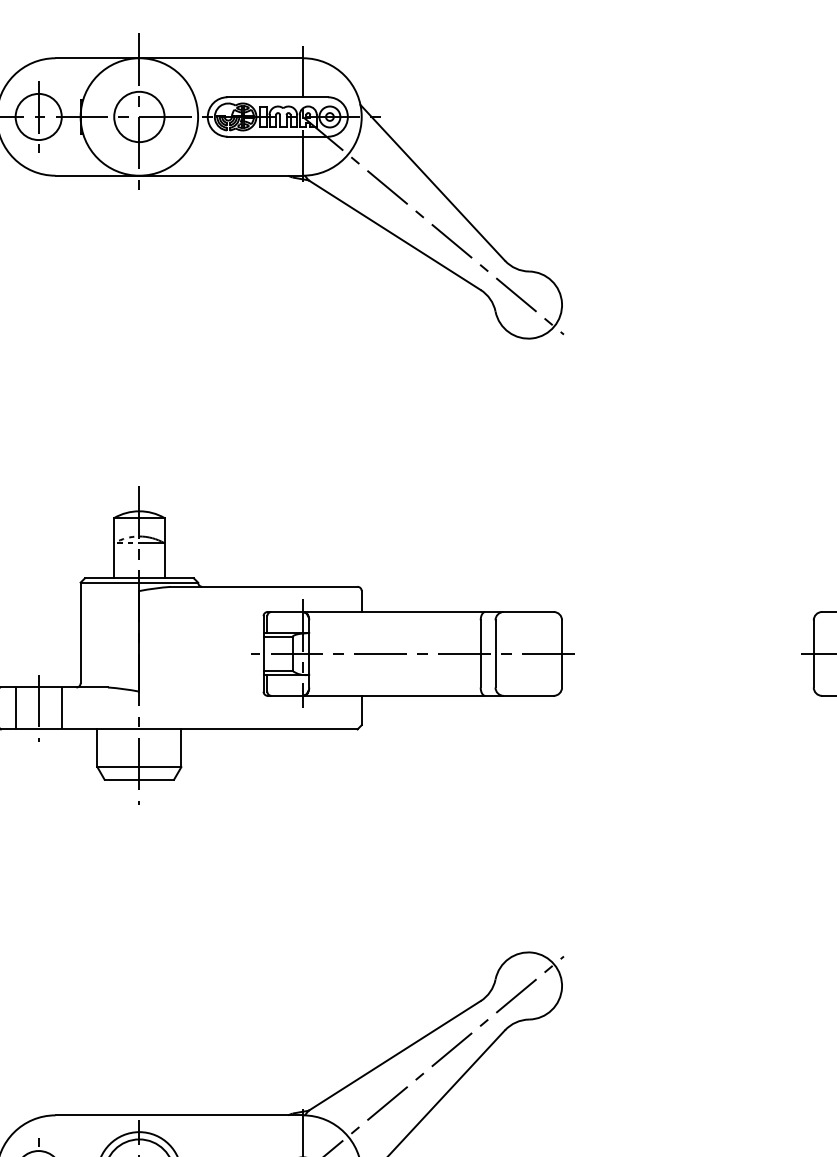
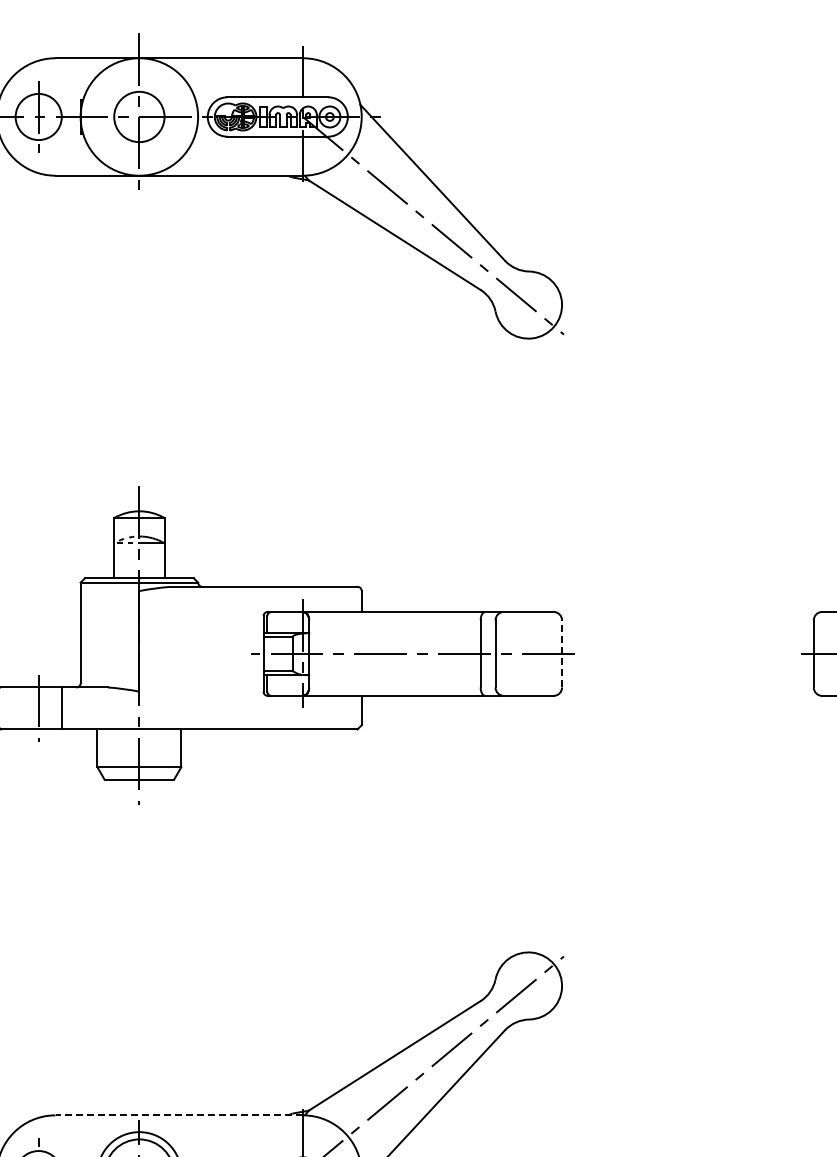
line at (562, 653): solid -> dashed
line at (15, 708): present -> none
line at (179, 1115): solid -> dashed
